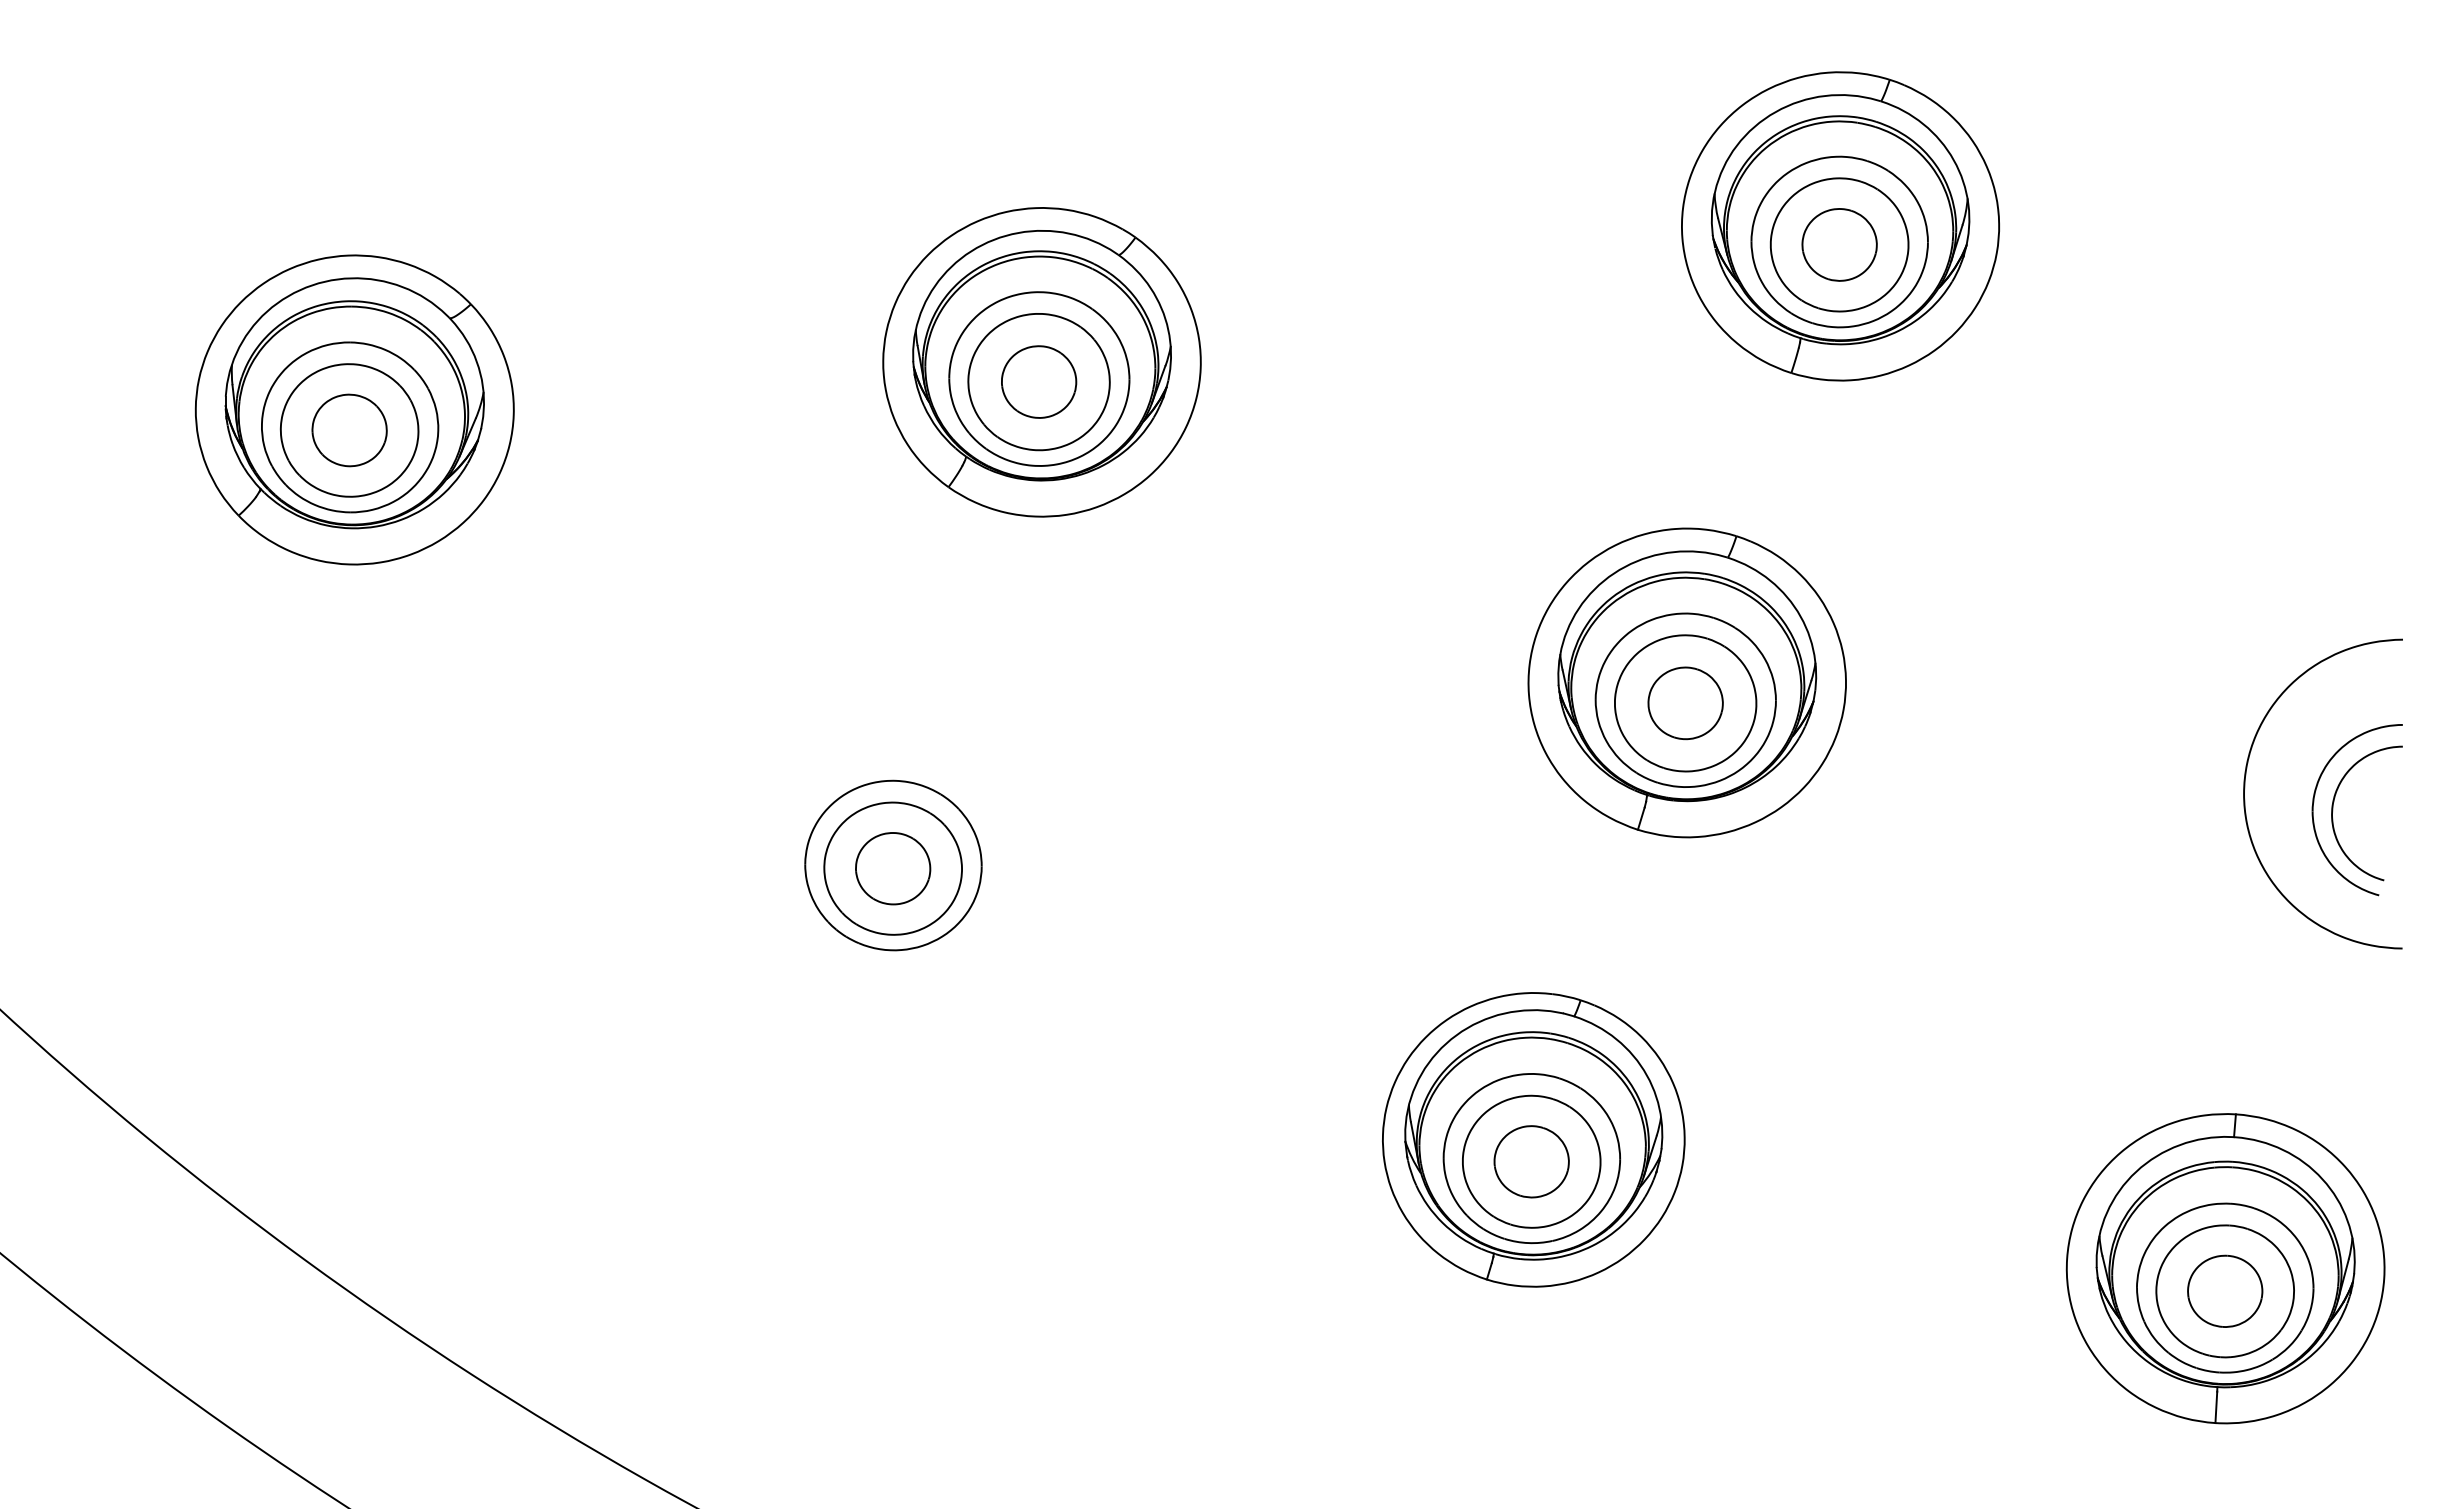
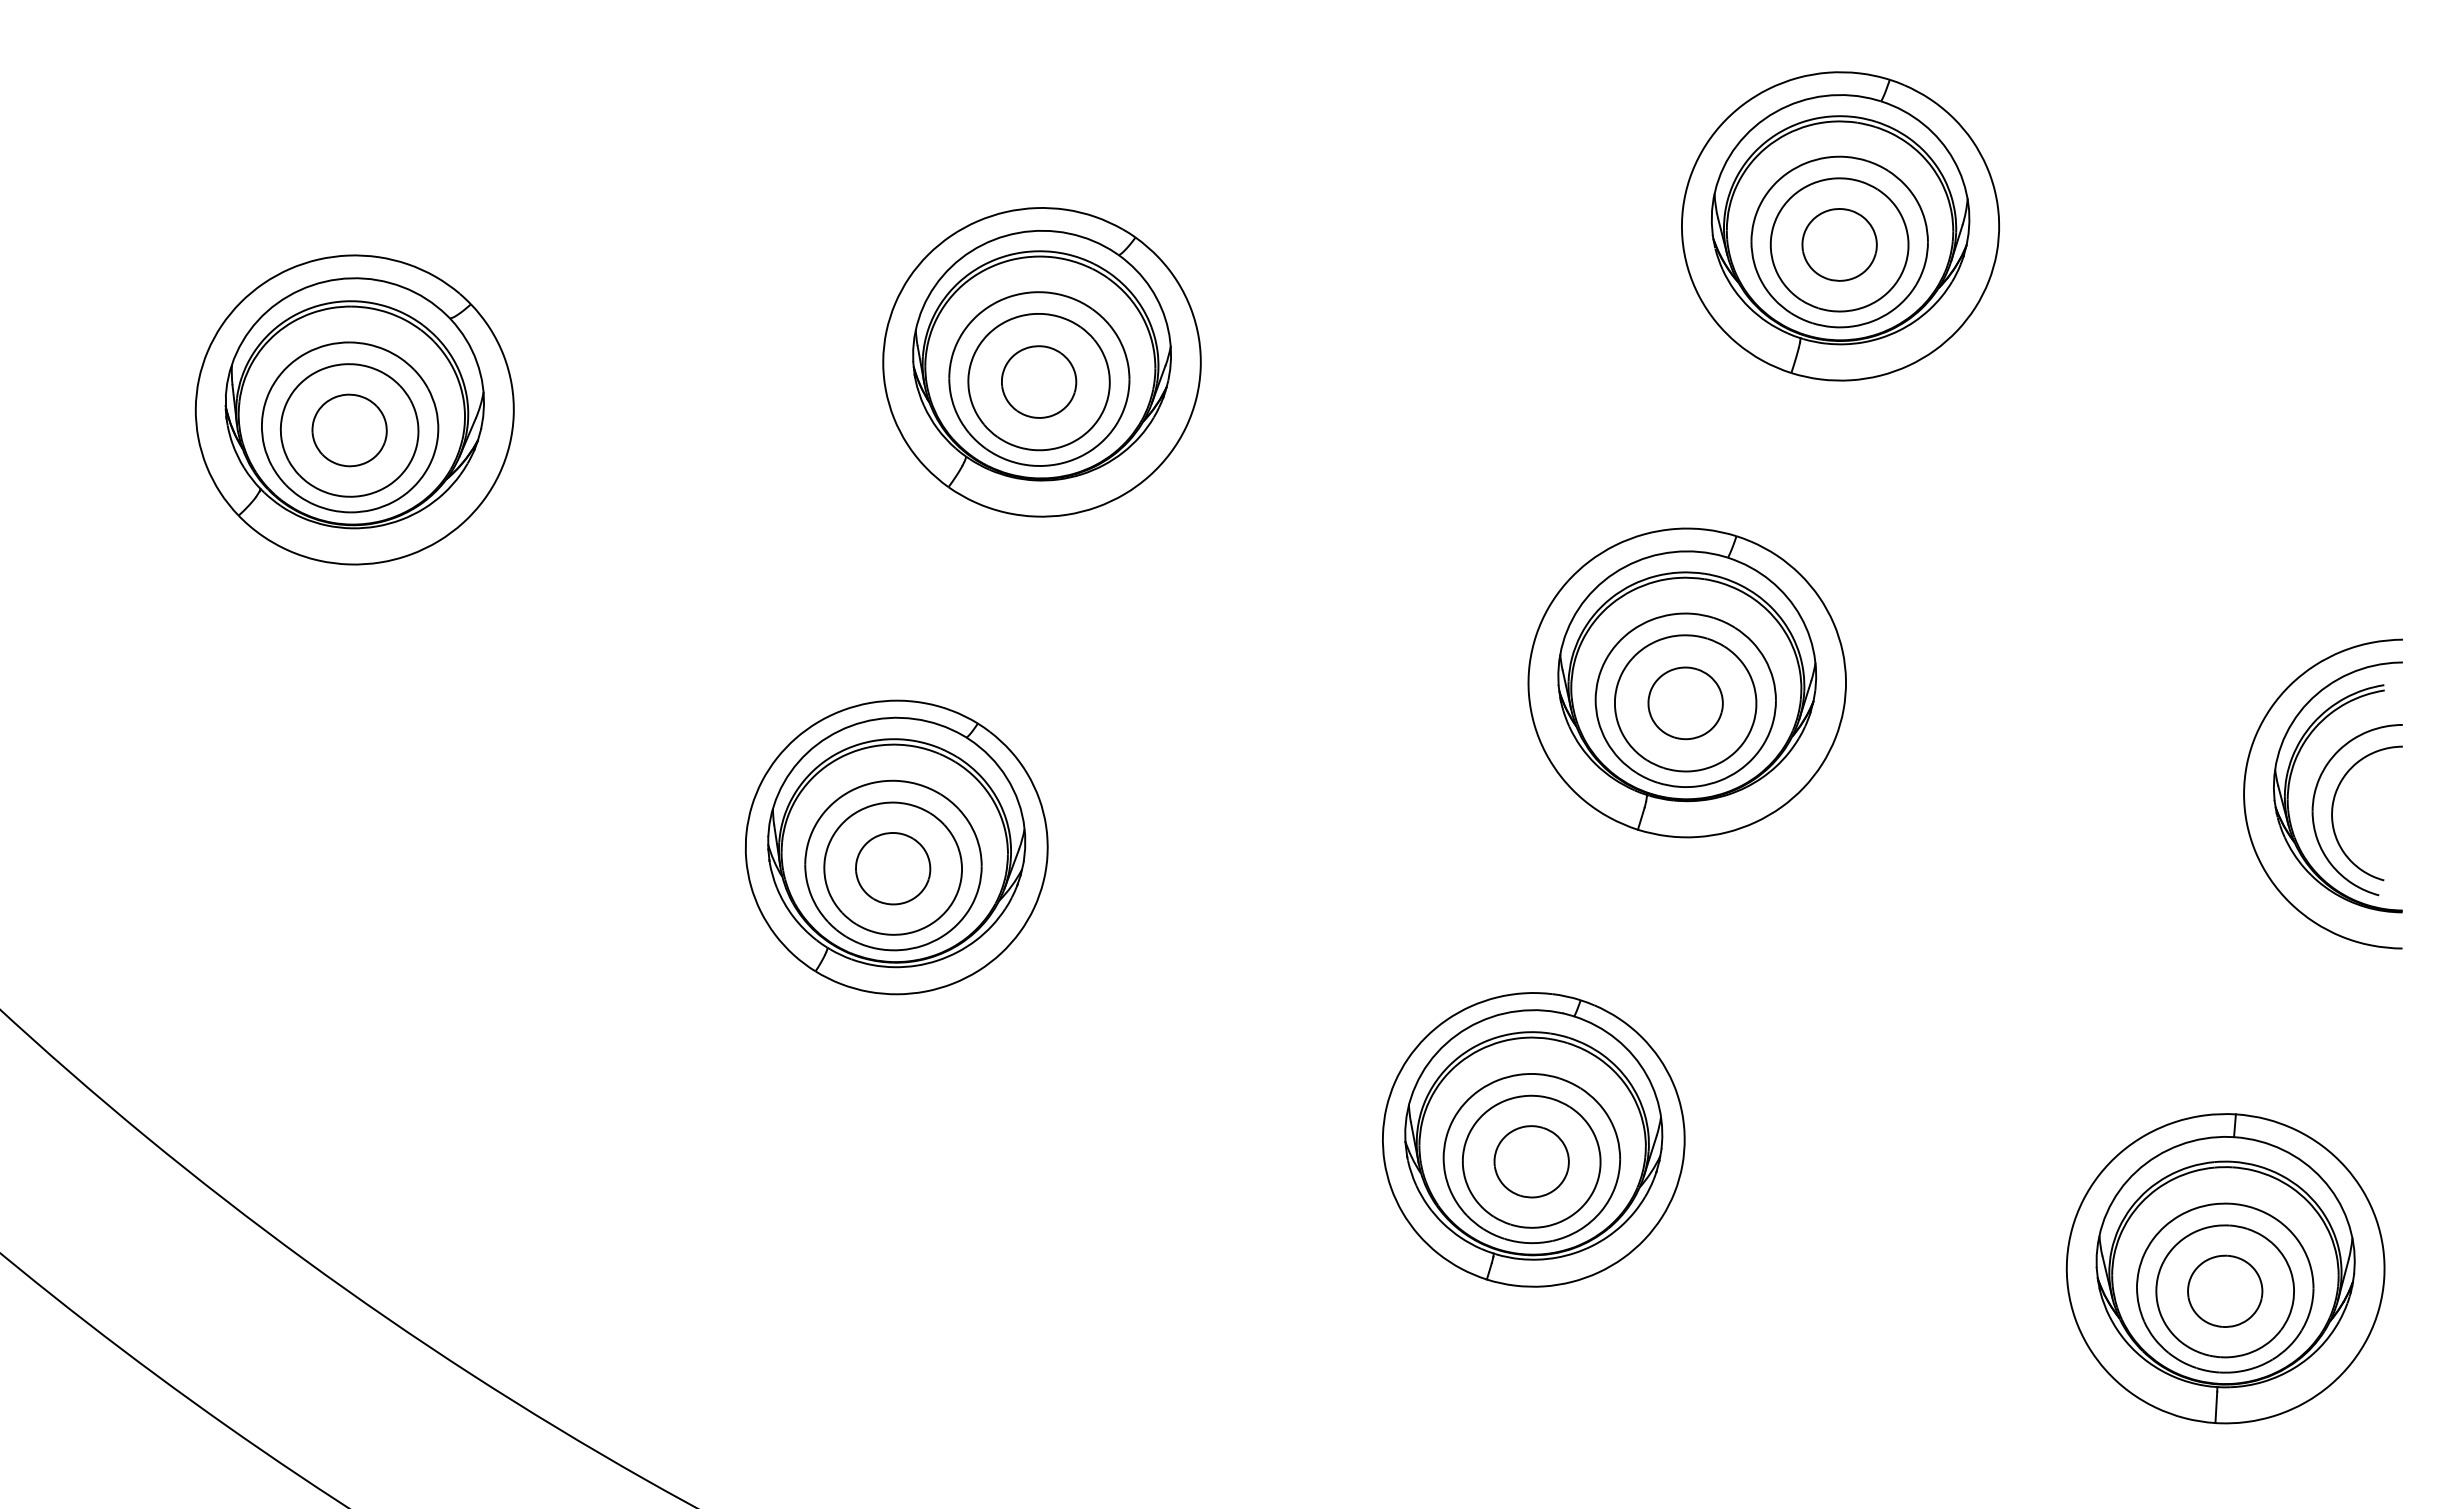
part at (2290, 782): none -> present
part at (896, 847): none -> present
